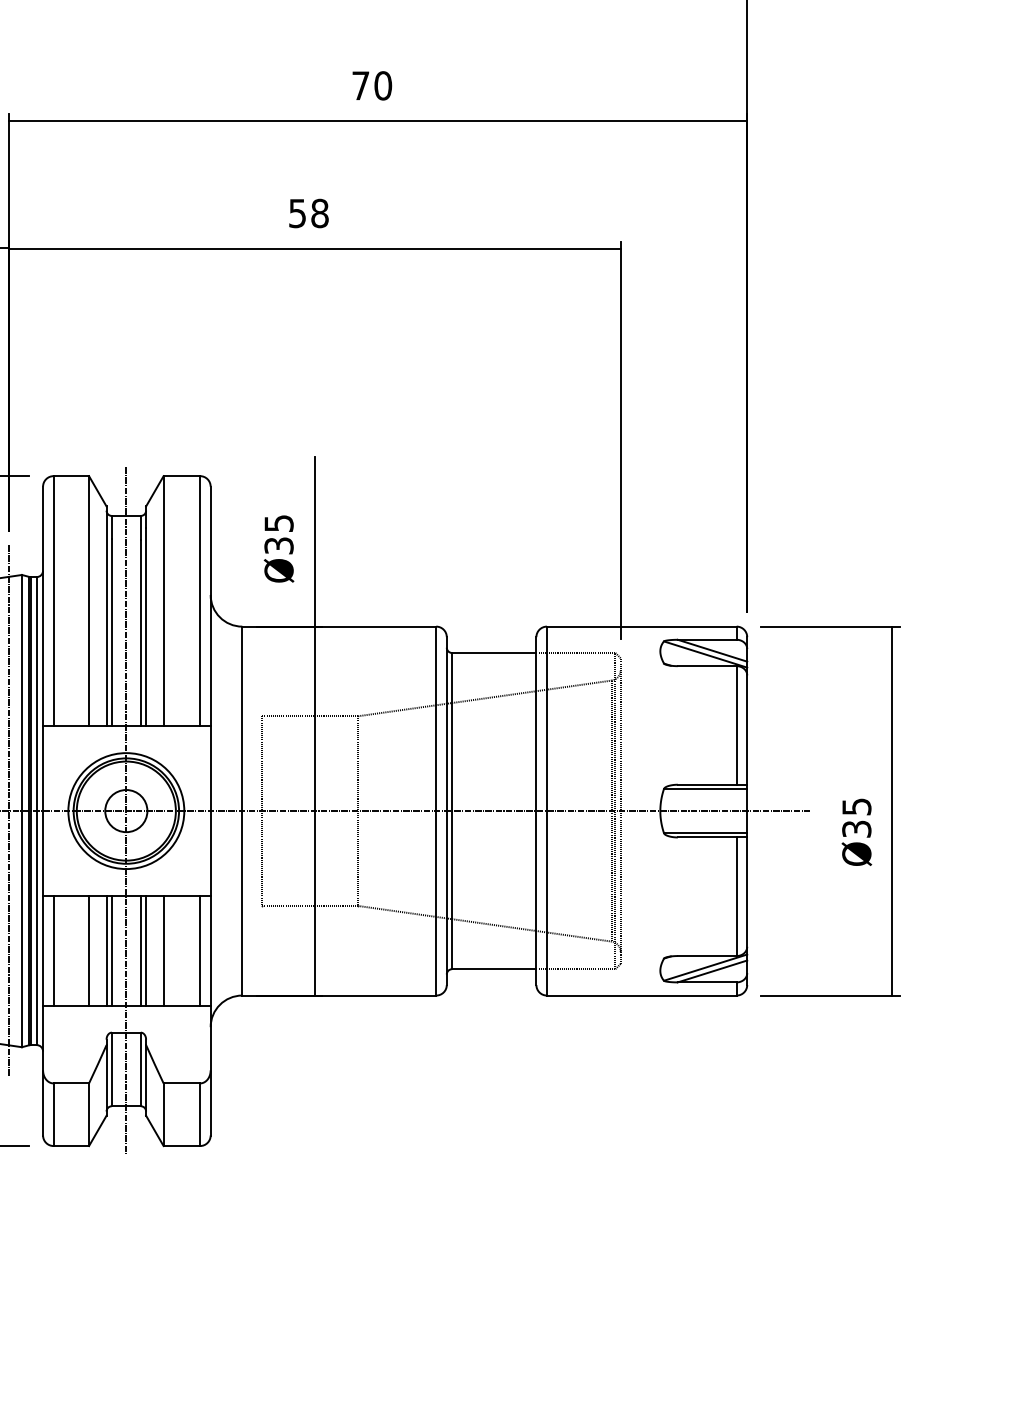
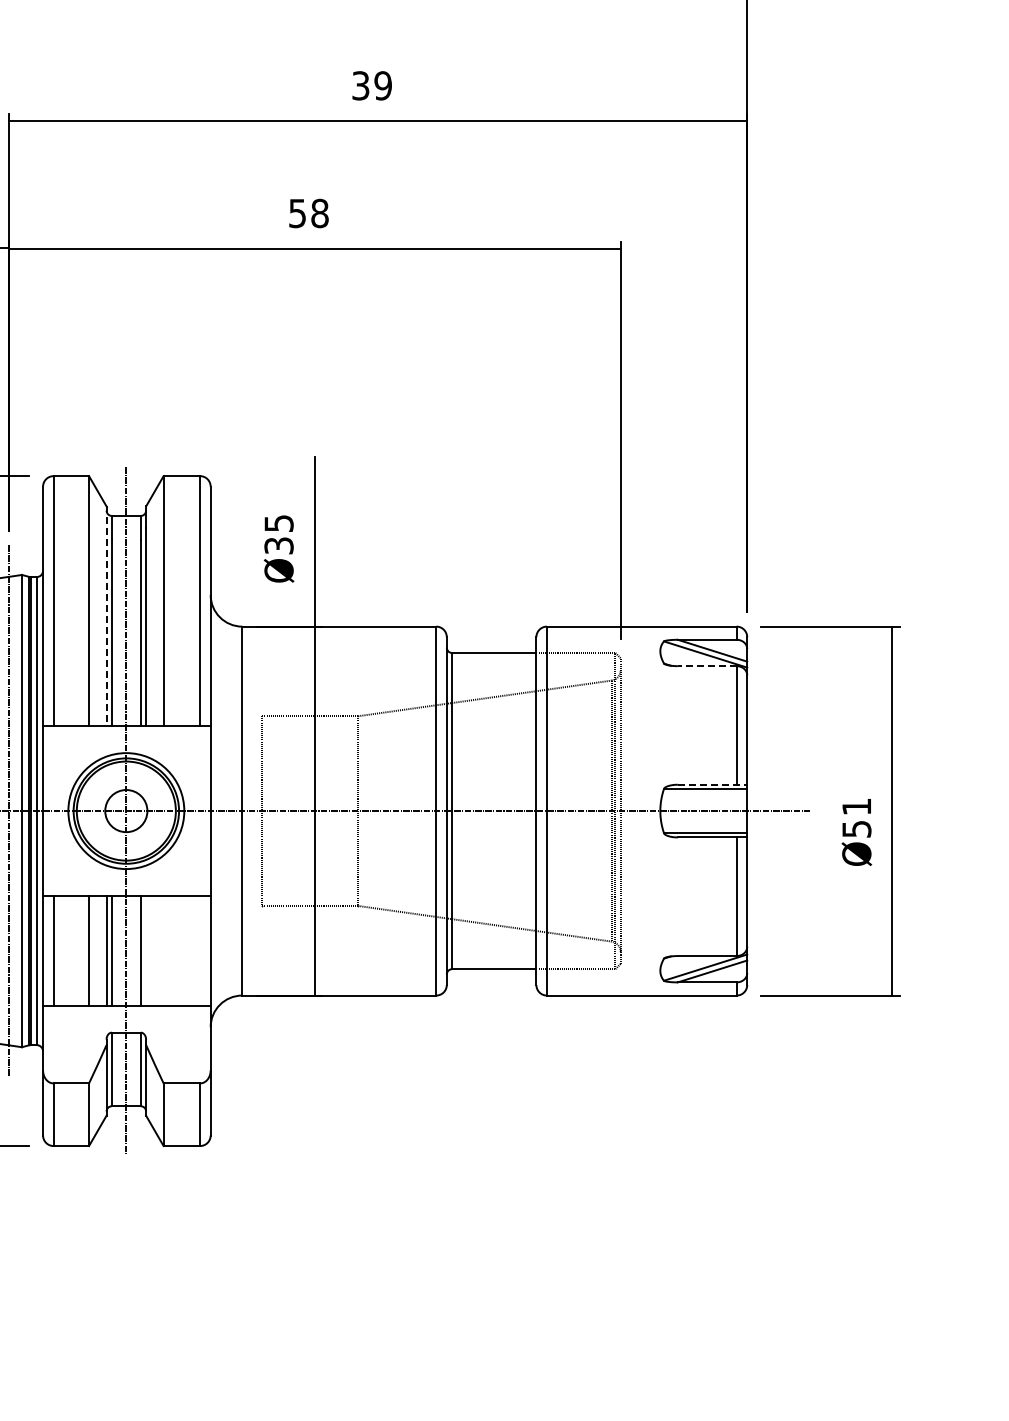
text at (372, 85): 70 -> 39
line at (106, 616): solid -> dashed
line at (706, 666): solid -> dashed
line at (712, 784): solid -> dashed
text at (856, 817): Ø35 -> Ø51
line at (146, 950): present -> none
line at (163, 950): present -> none
line at (200, 950): present -> none
